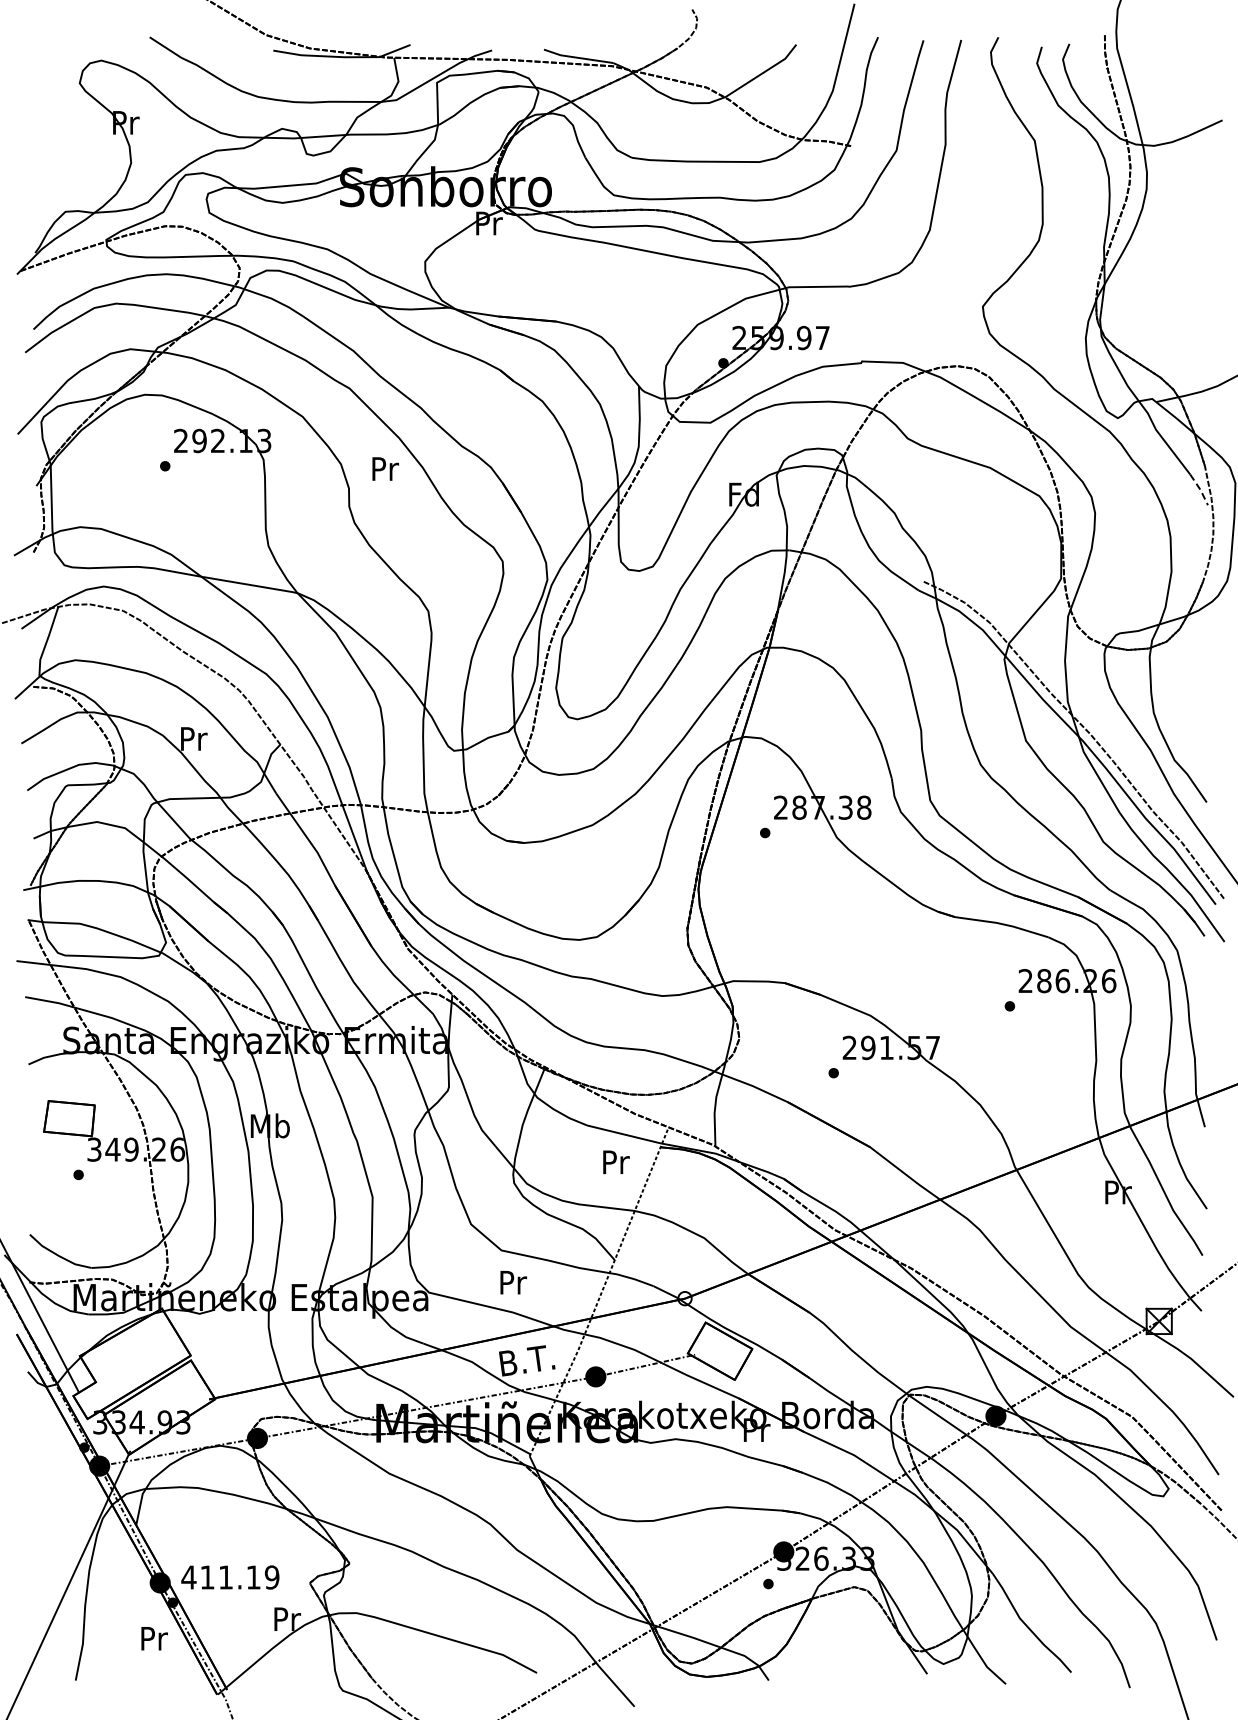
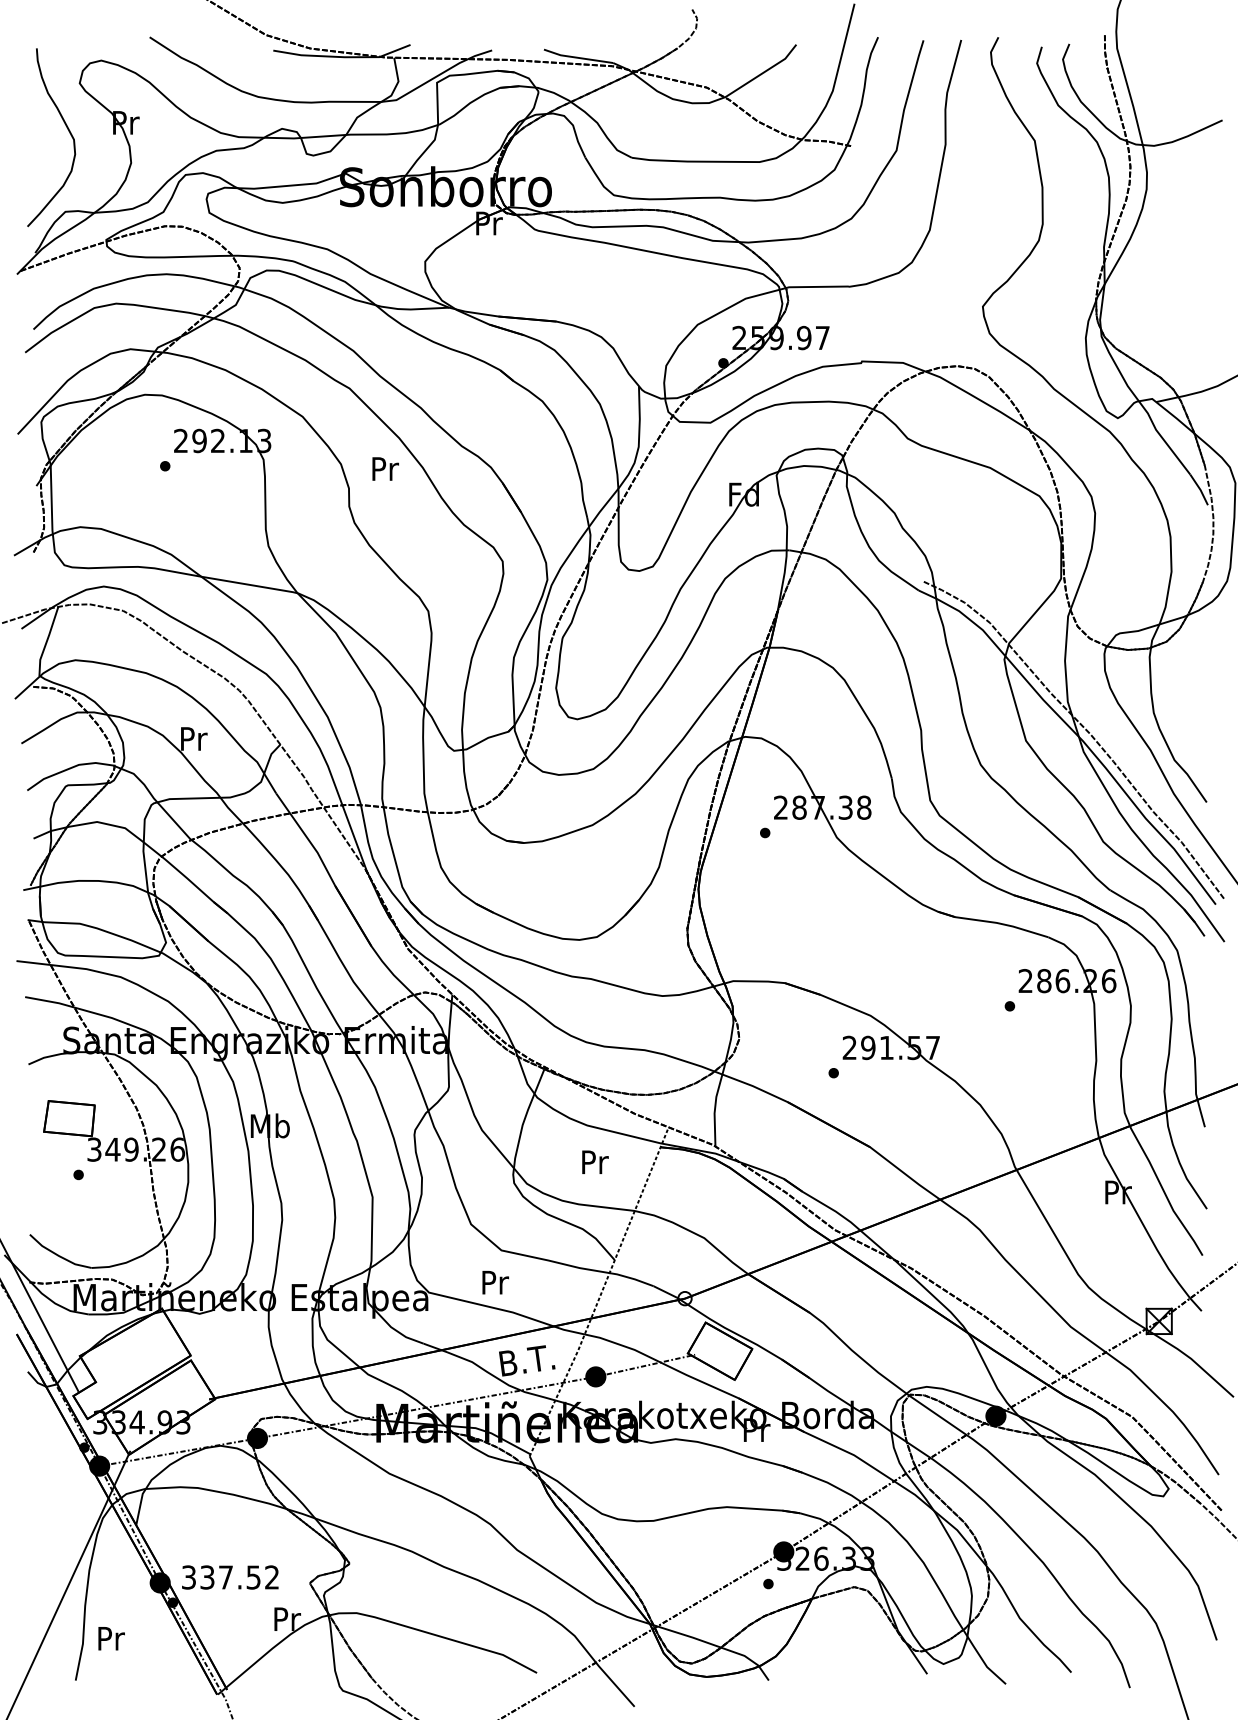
curve at (67, 129): none -> present
line at (1200, 490): dashed -> solid
text at (616, 1161) position: (616, 1161) -> (595, 1161)
text at (513, 1282) position: (513, 1282) -> (495, 1282)
text at (230, 1577): 411.19 -> 337.52
text at (154, 1638) position: (154, 1638) -> (111, 1638)
